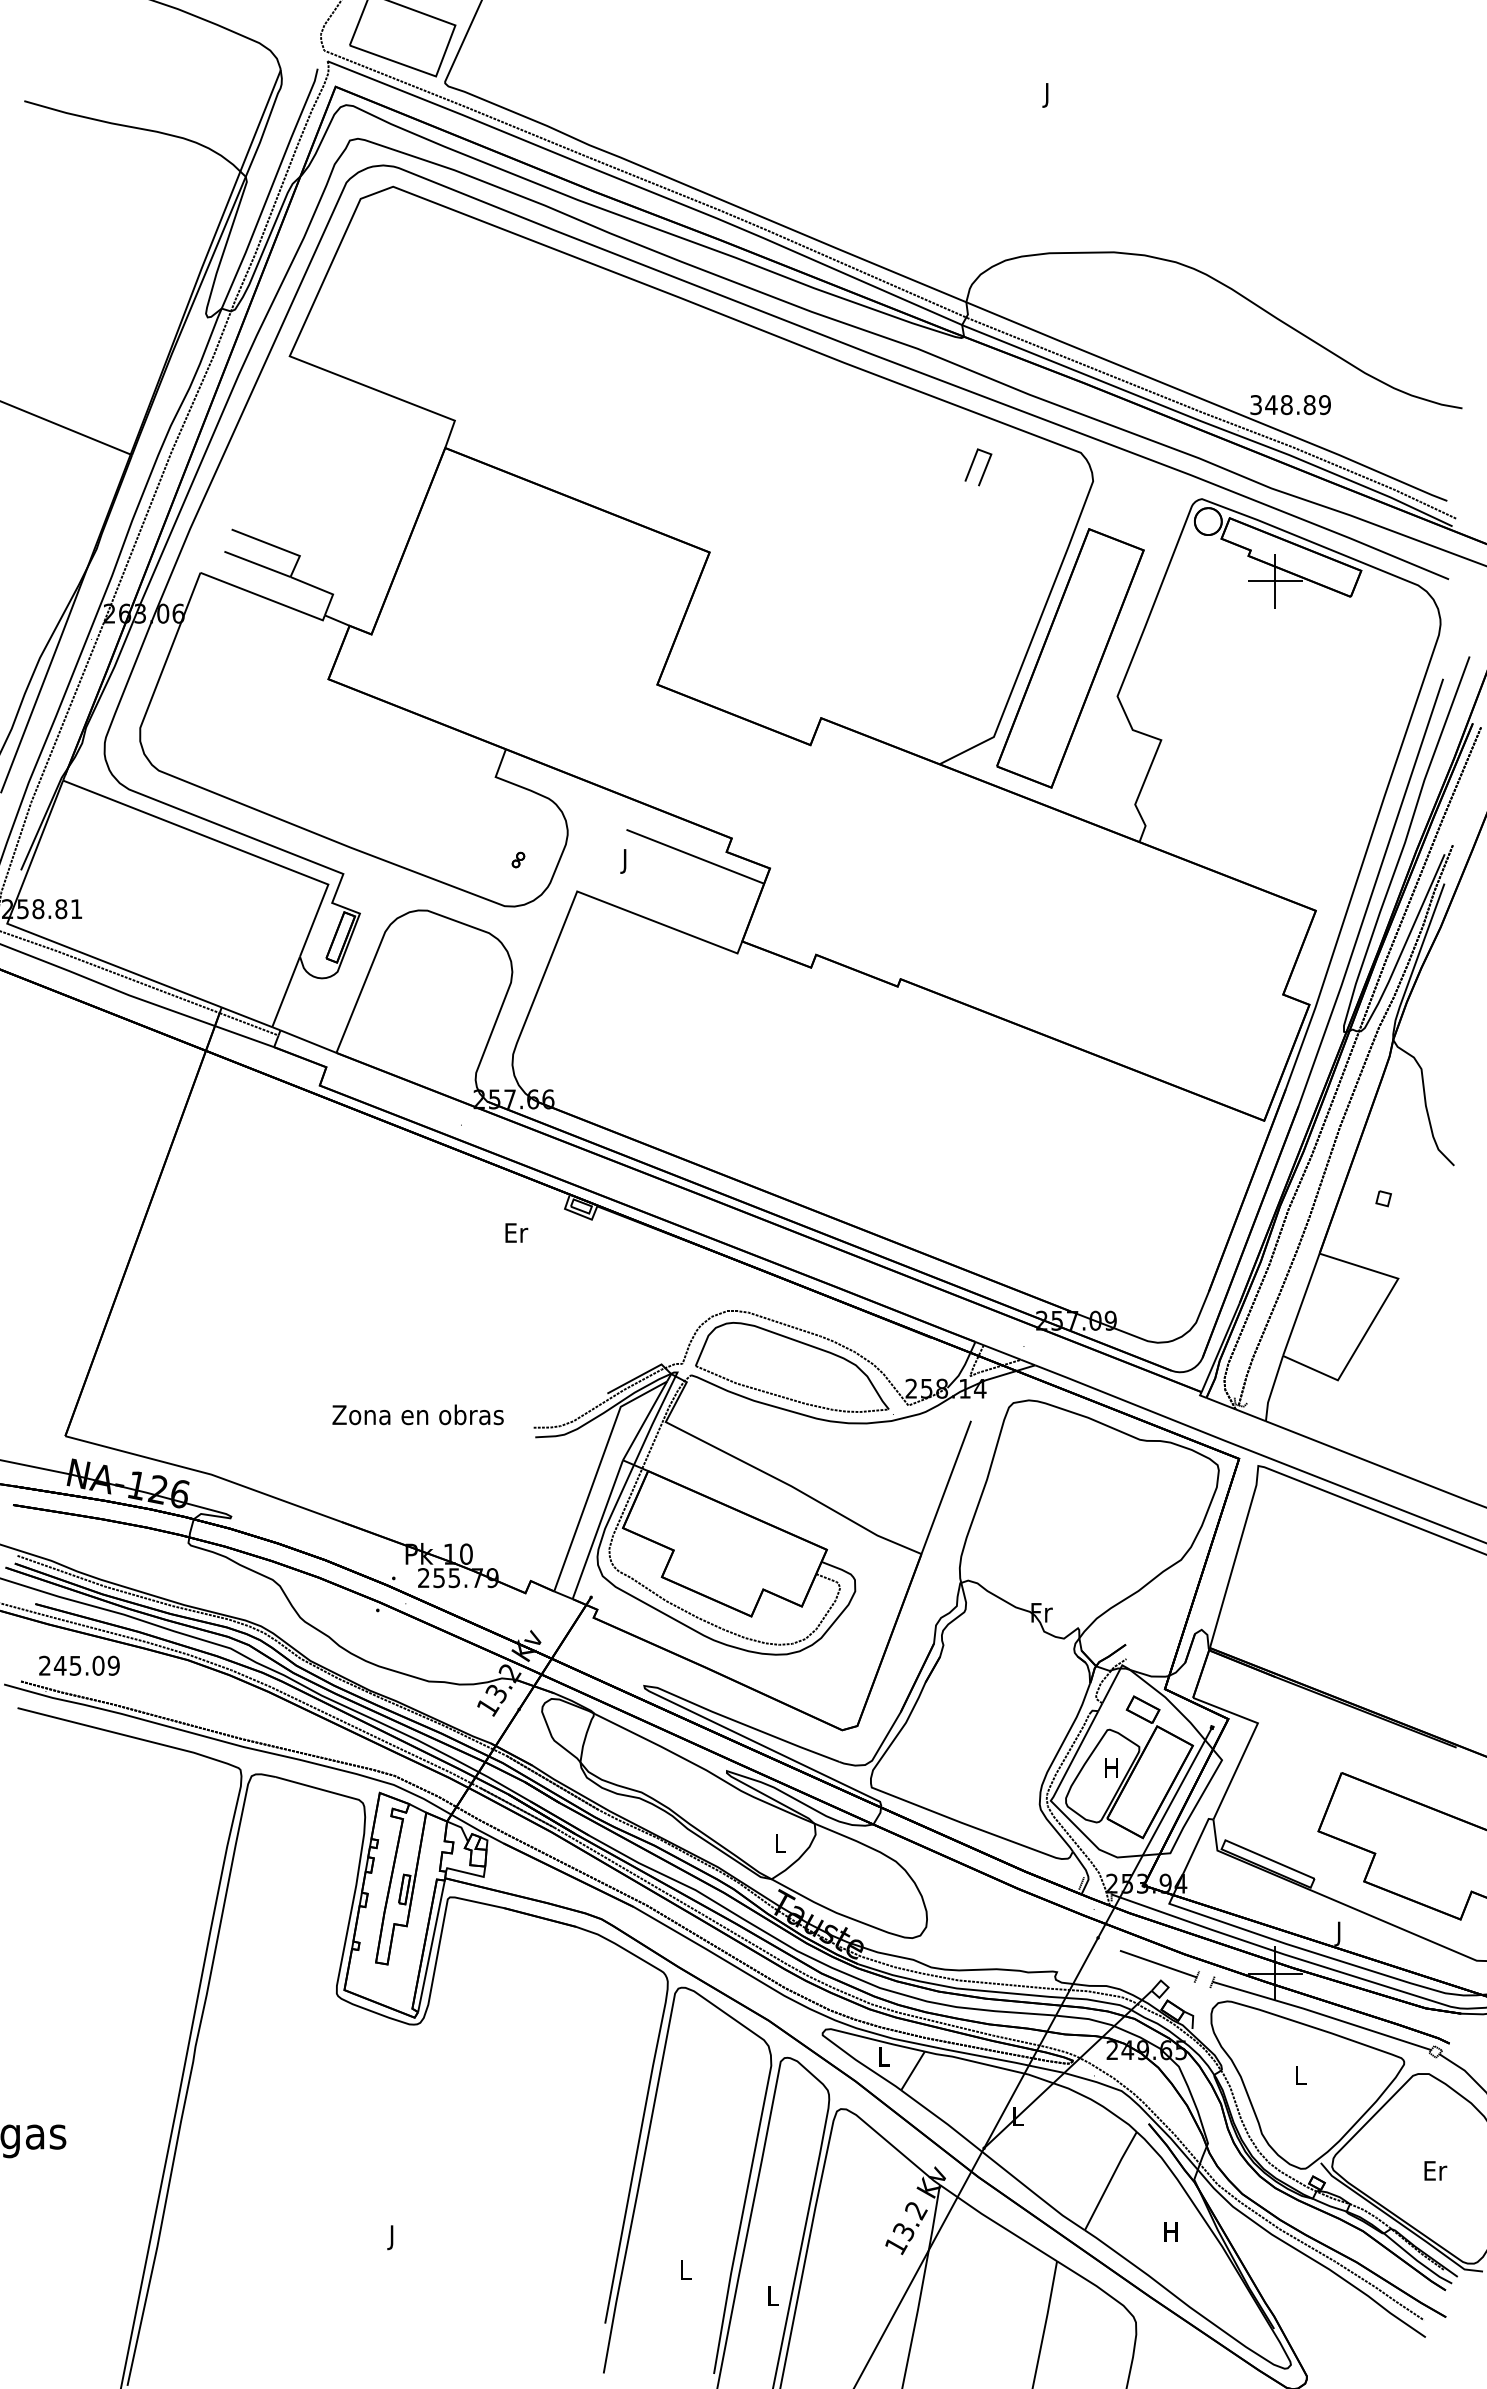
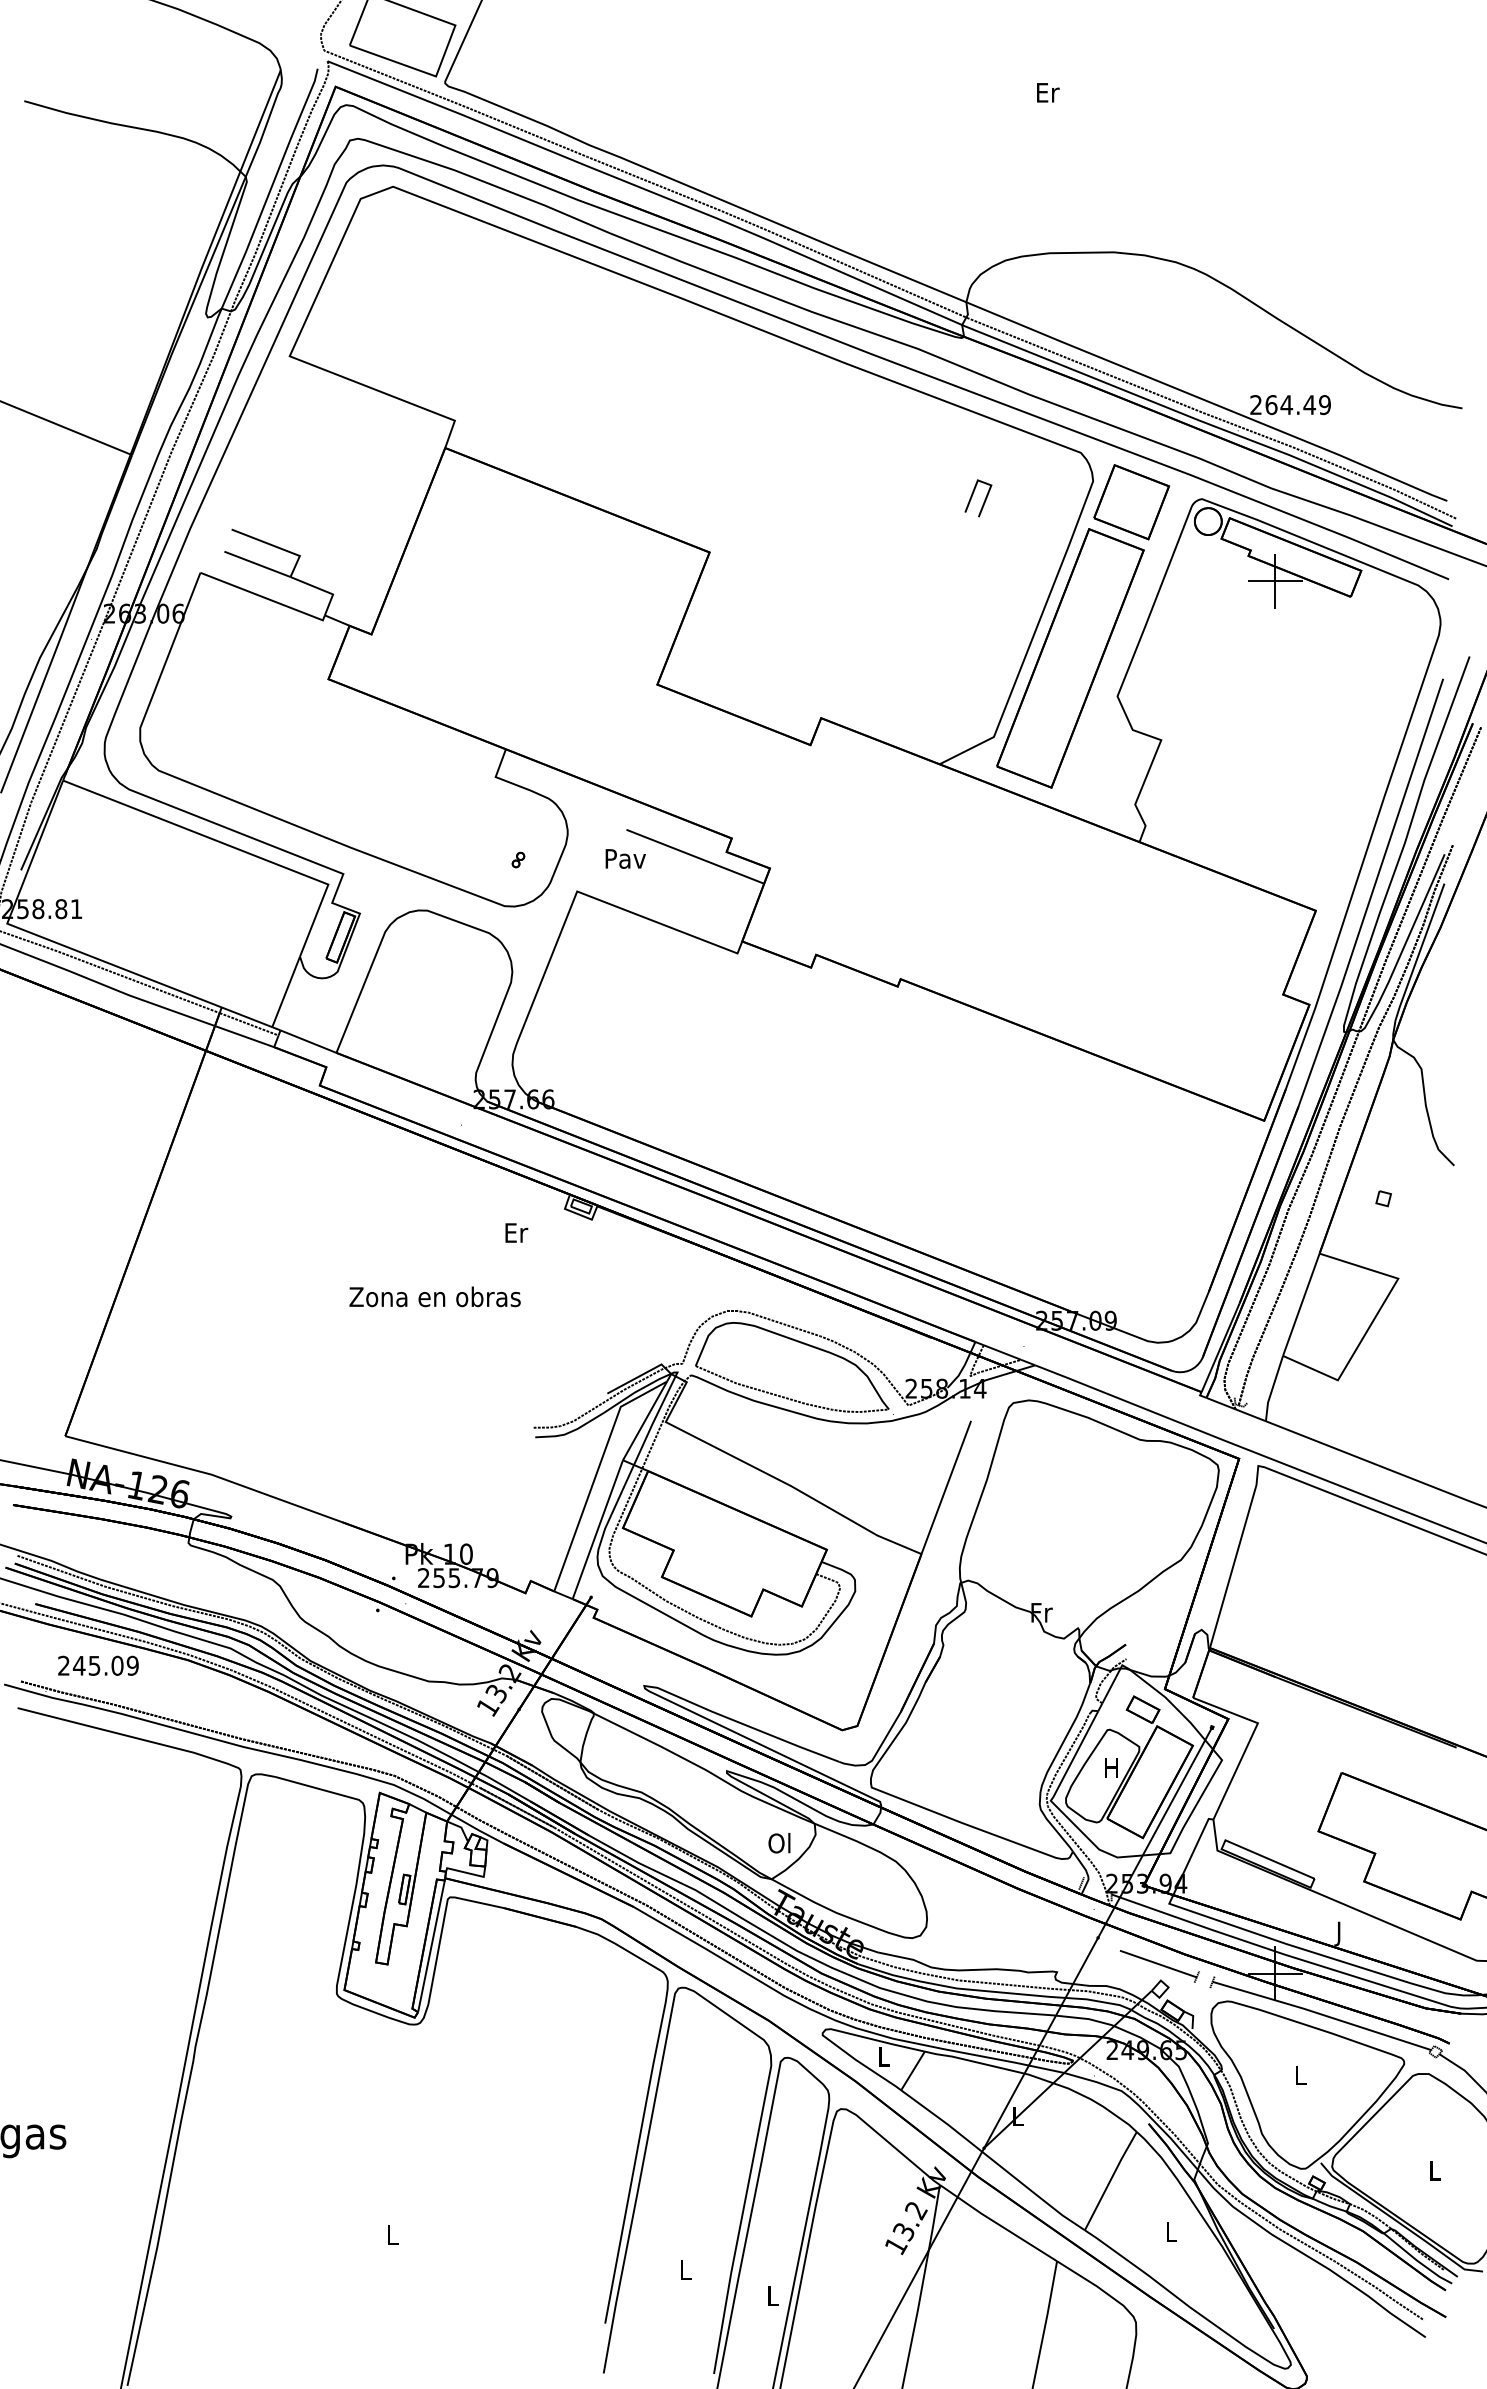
text at (1048, 95): J -> Er
text at (1282, 405): 348.89 -> 264.49
line at (972, 466) position: (972, 466) -> (972, 497)
part at (1131, 502): none -> present
text at (625, 861): J -> Pav
text at (417, 1414) position: (417, 1414) -> (434, 1296)
text at (79, 1665) position: (79, 1665) -> (98, 1665)
text at (779, 1843): L -> Ol
text at (1435, 2170): Er -> L
text at (1170, 2231): H -> L
text at (392, 2237): J -> L
